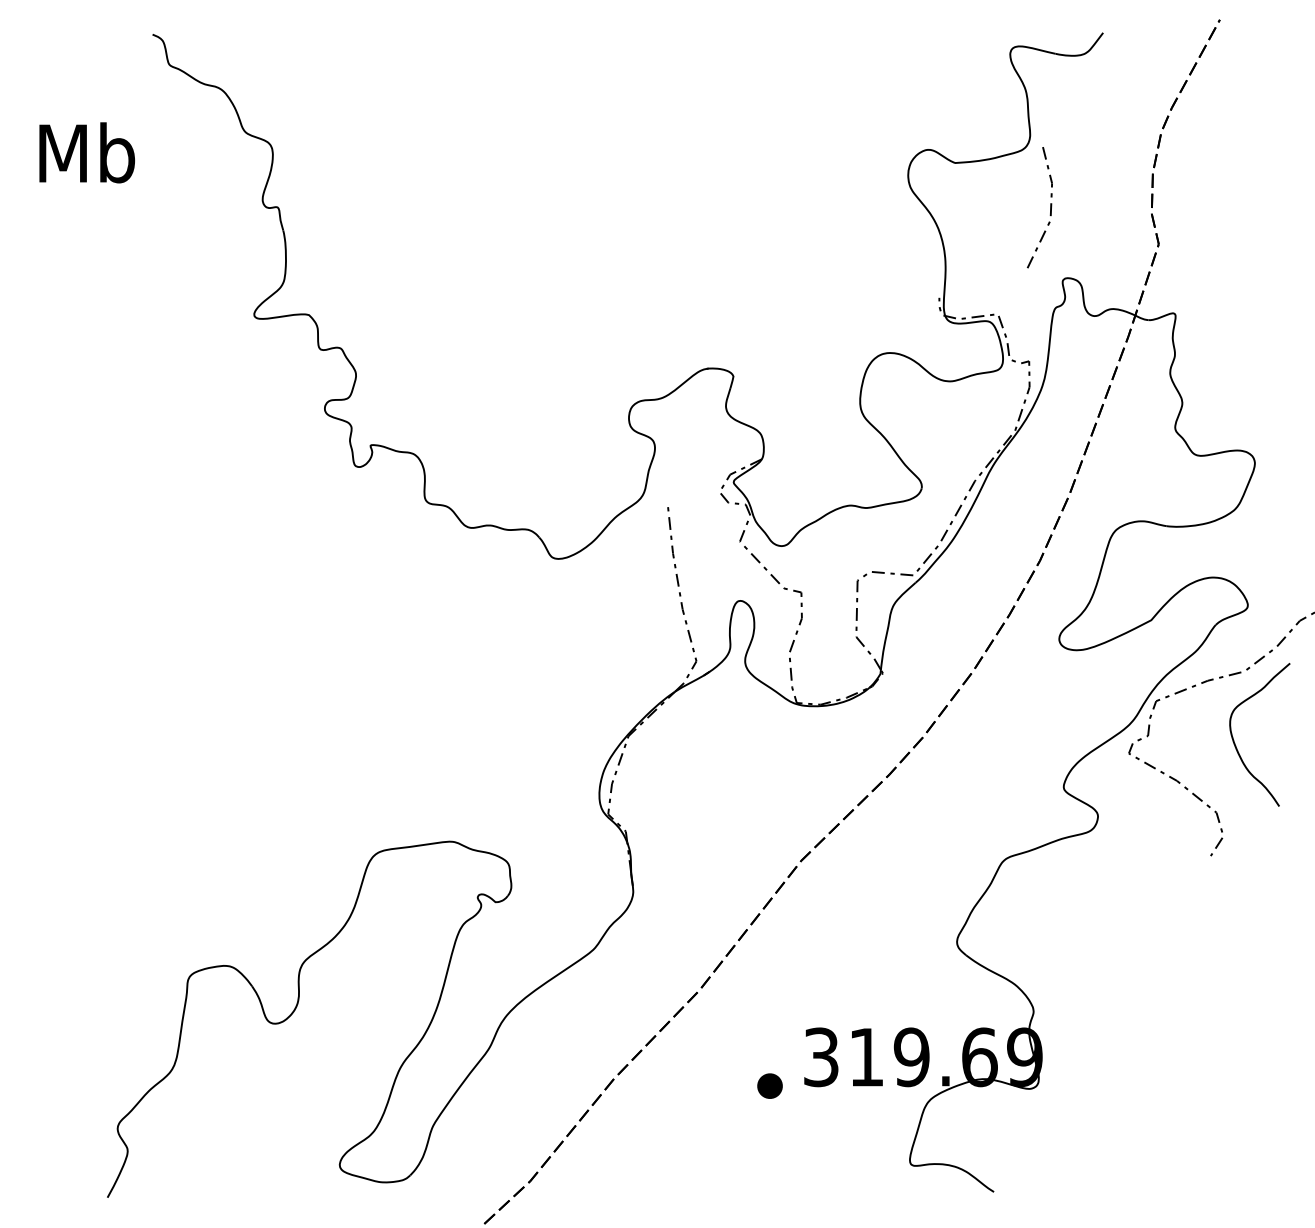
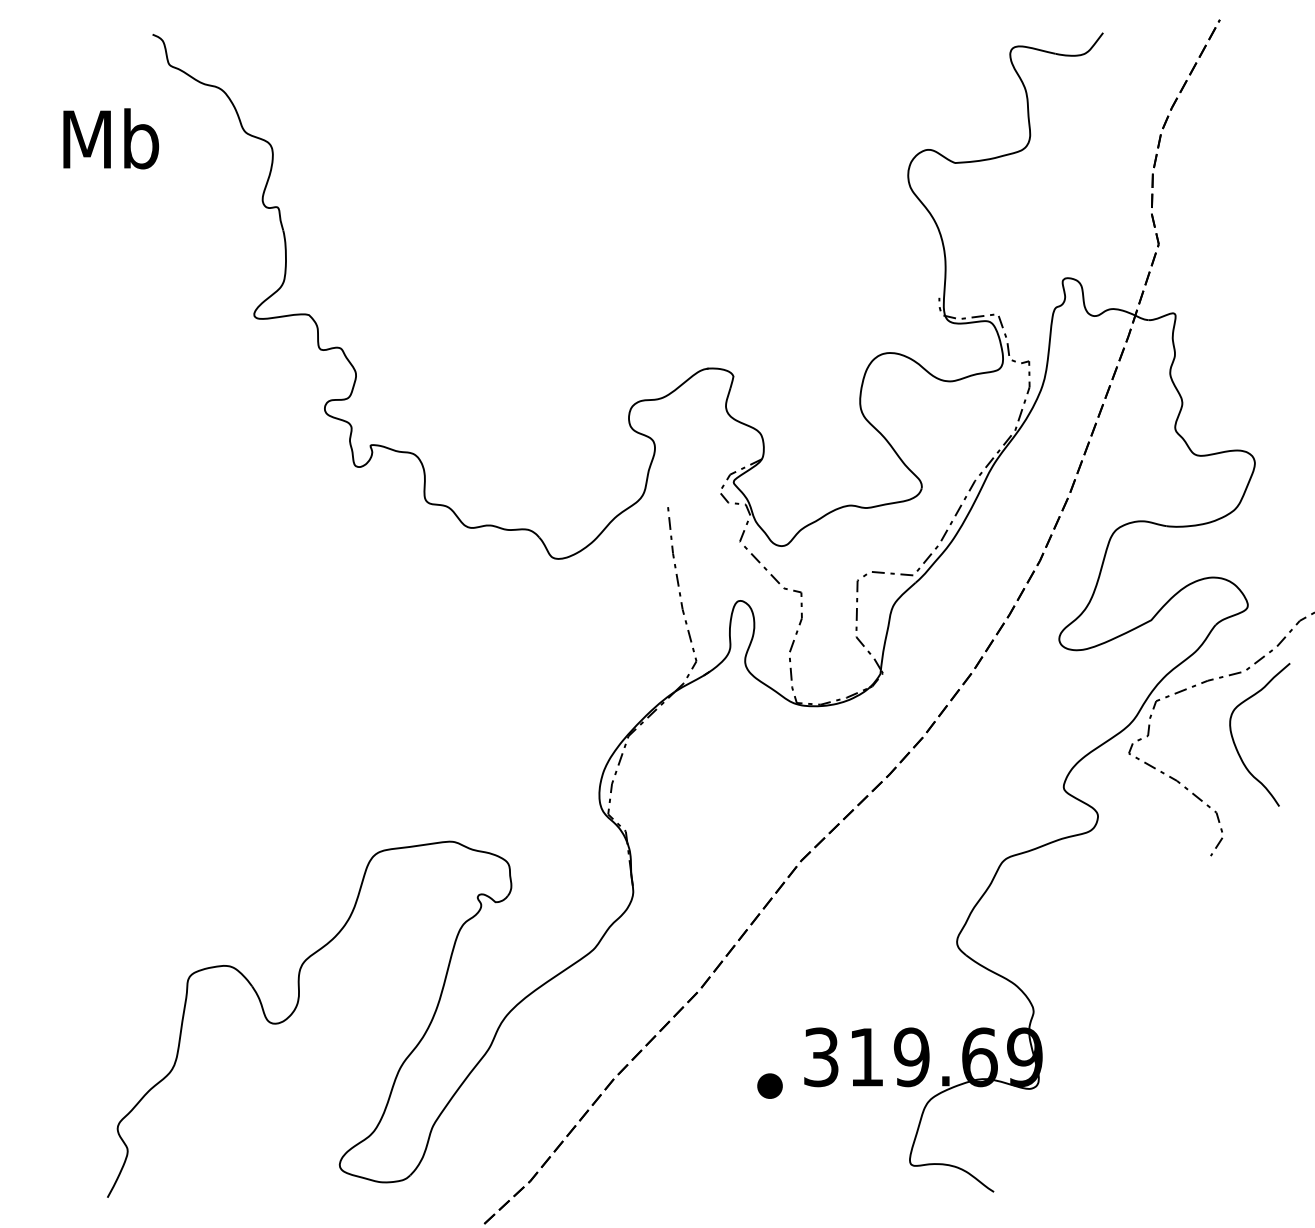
text at (86, 152) position: (86, 152) -> (110, 138)
line at (1050, 207): present -> none
